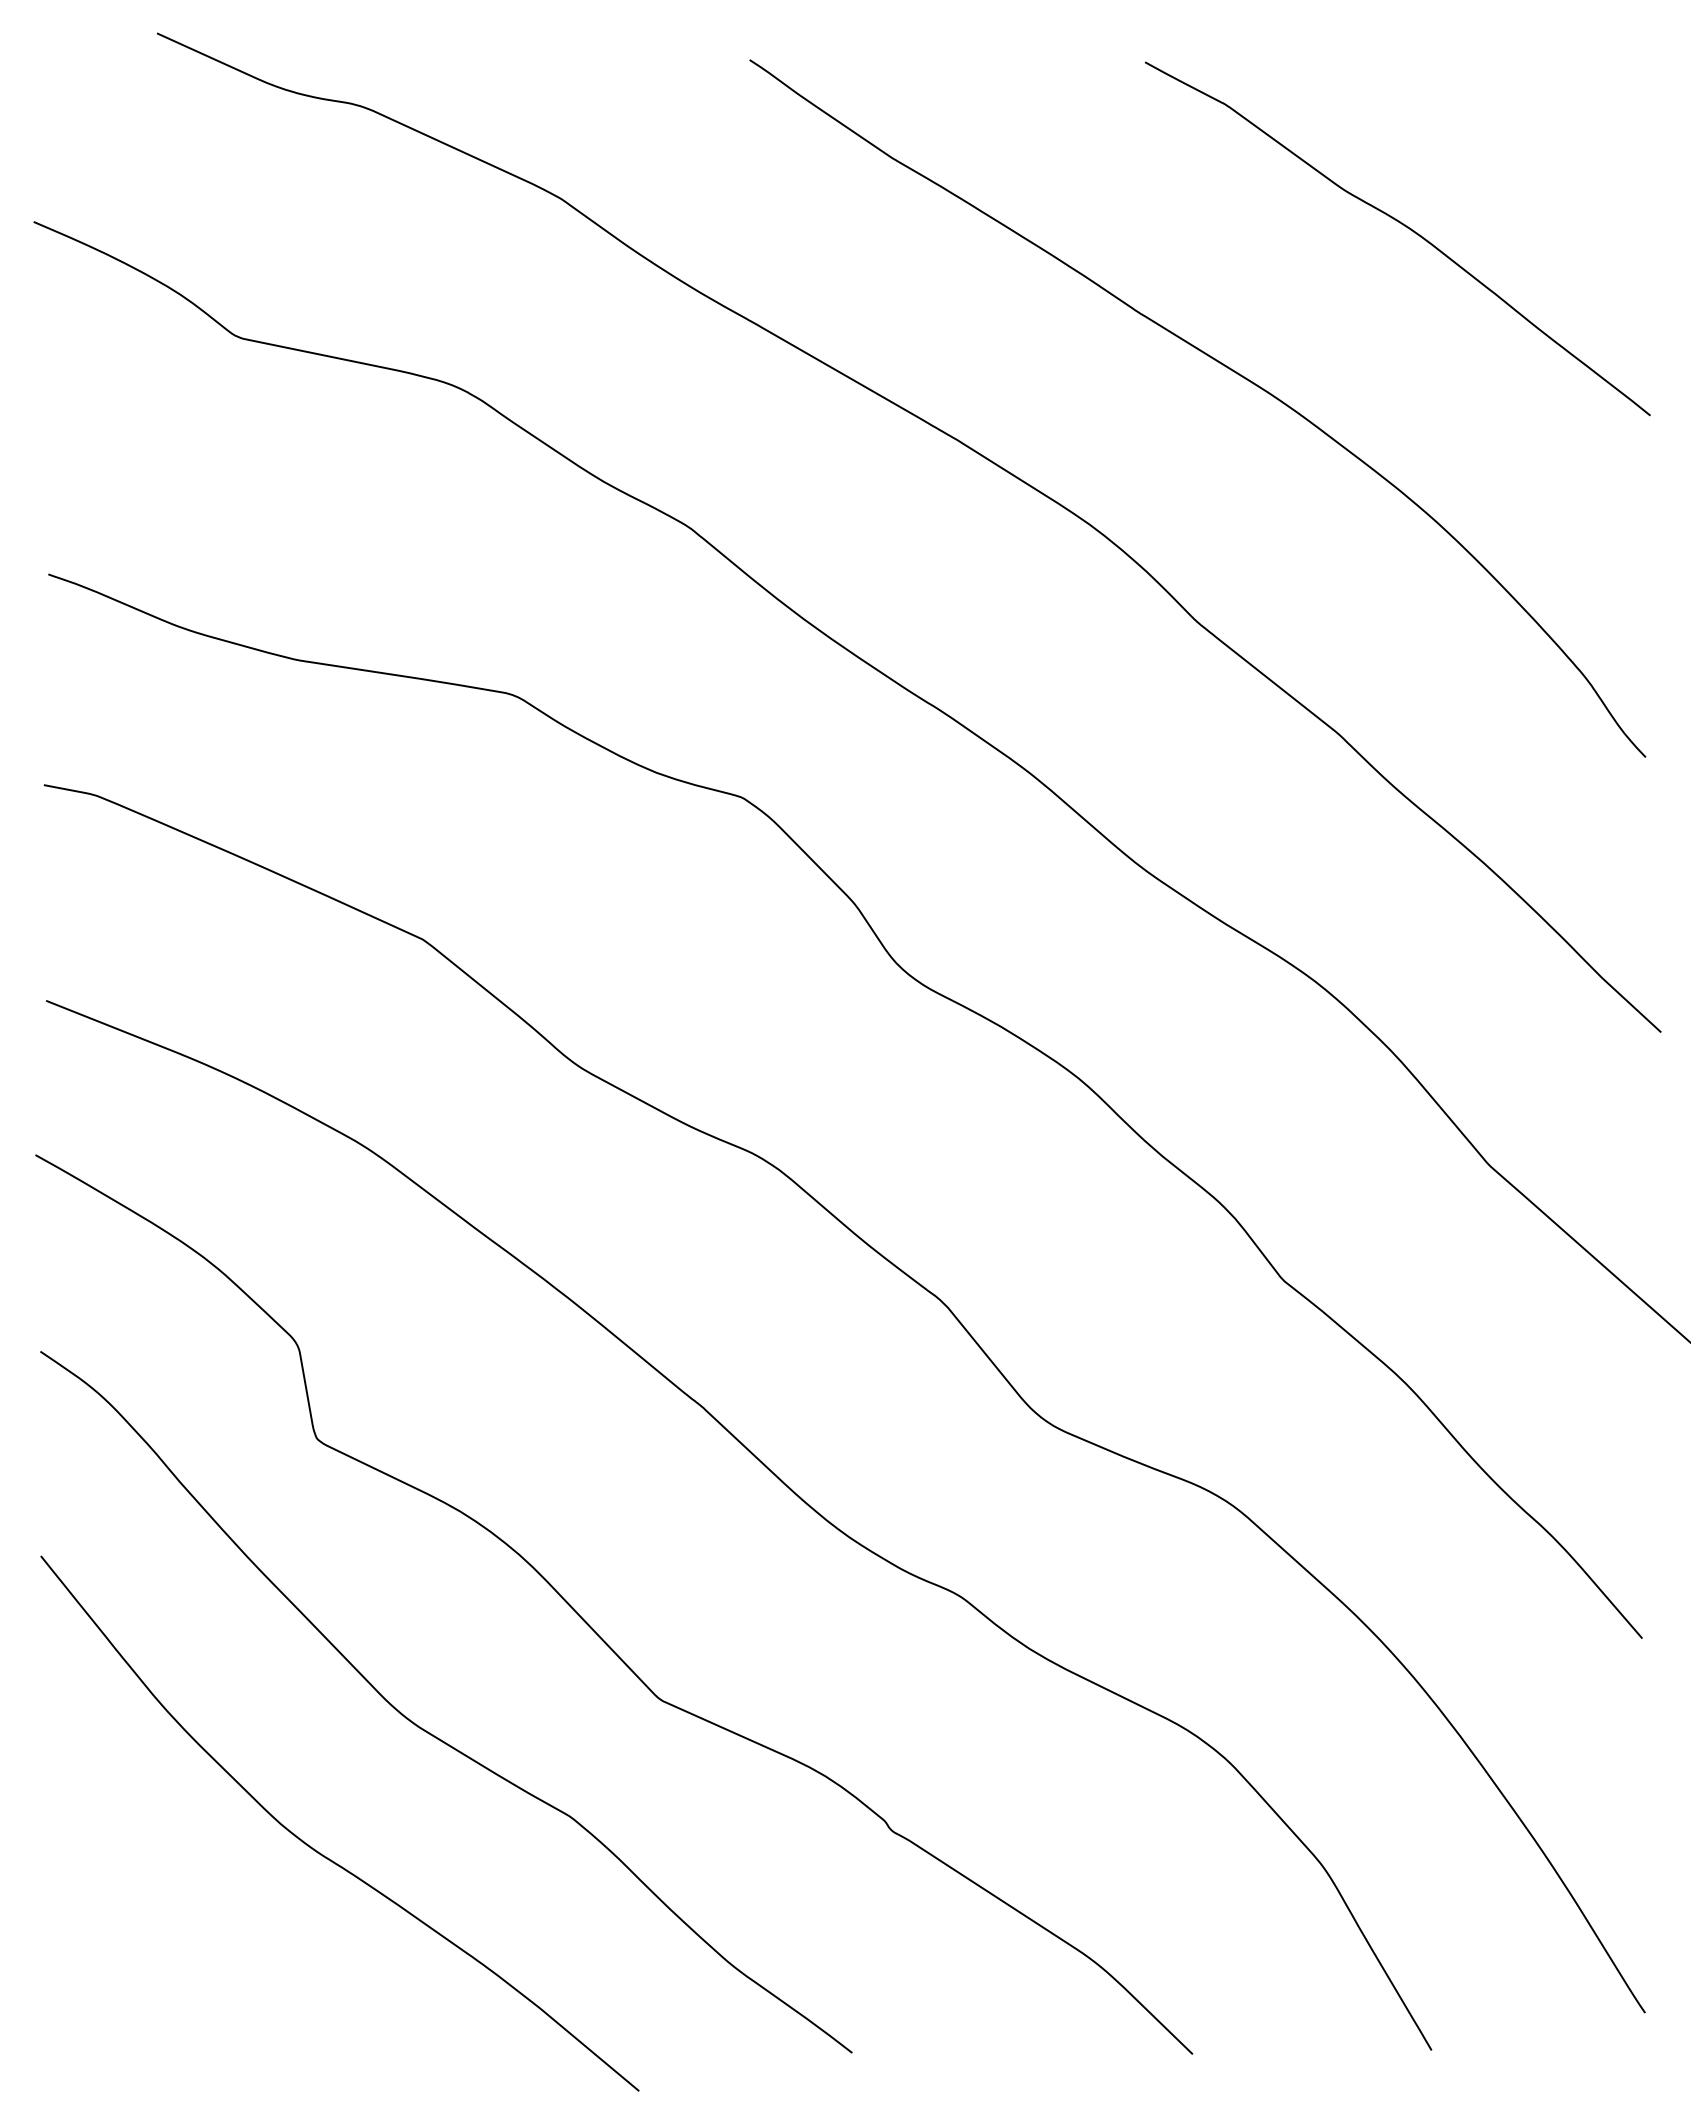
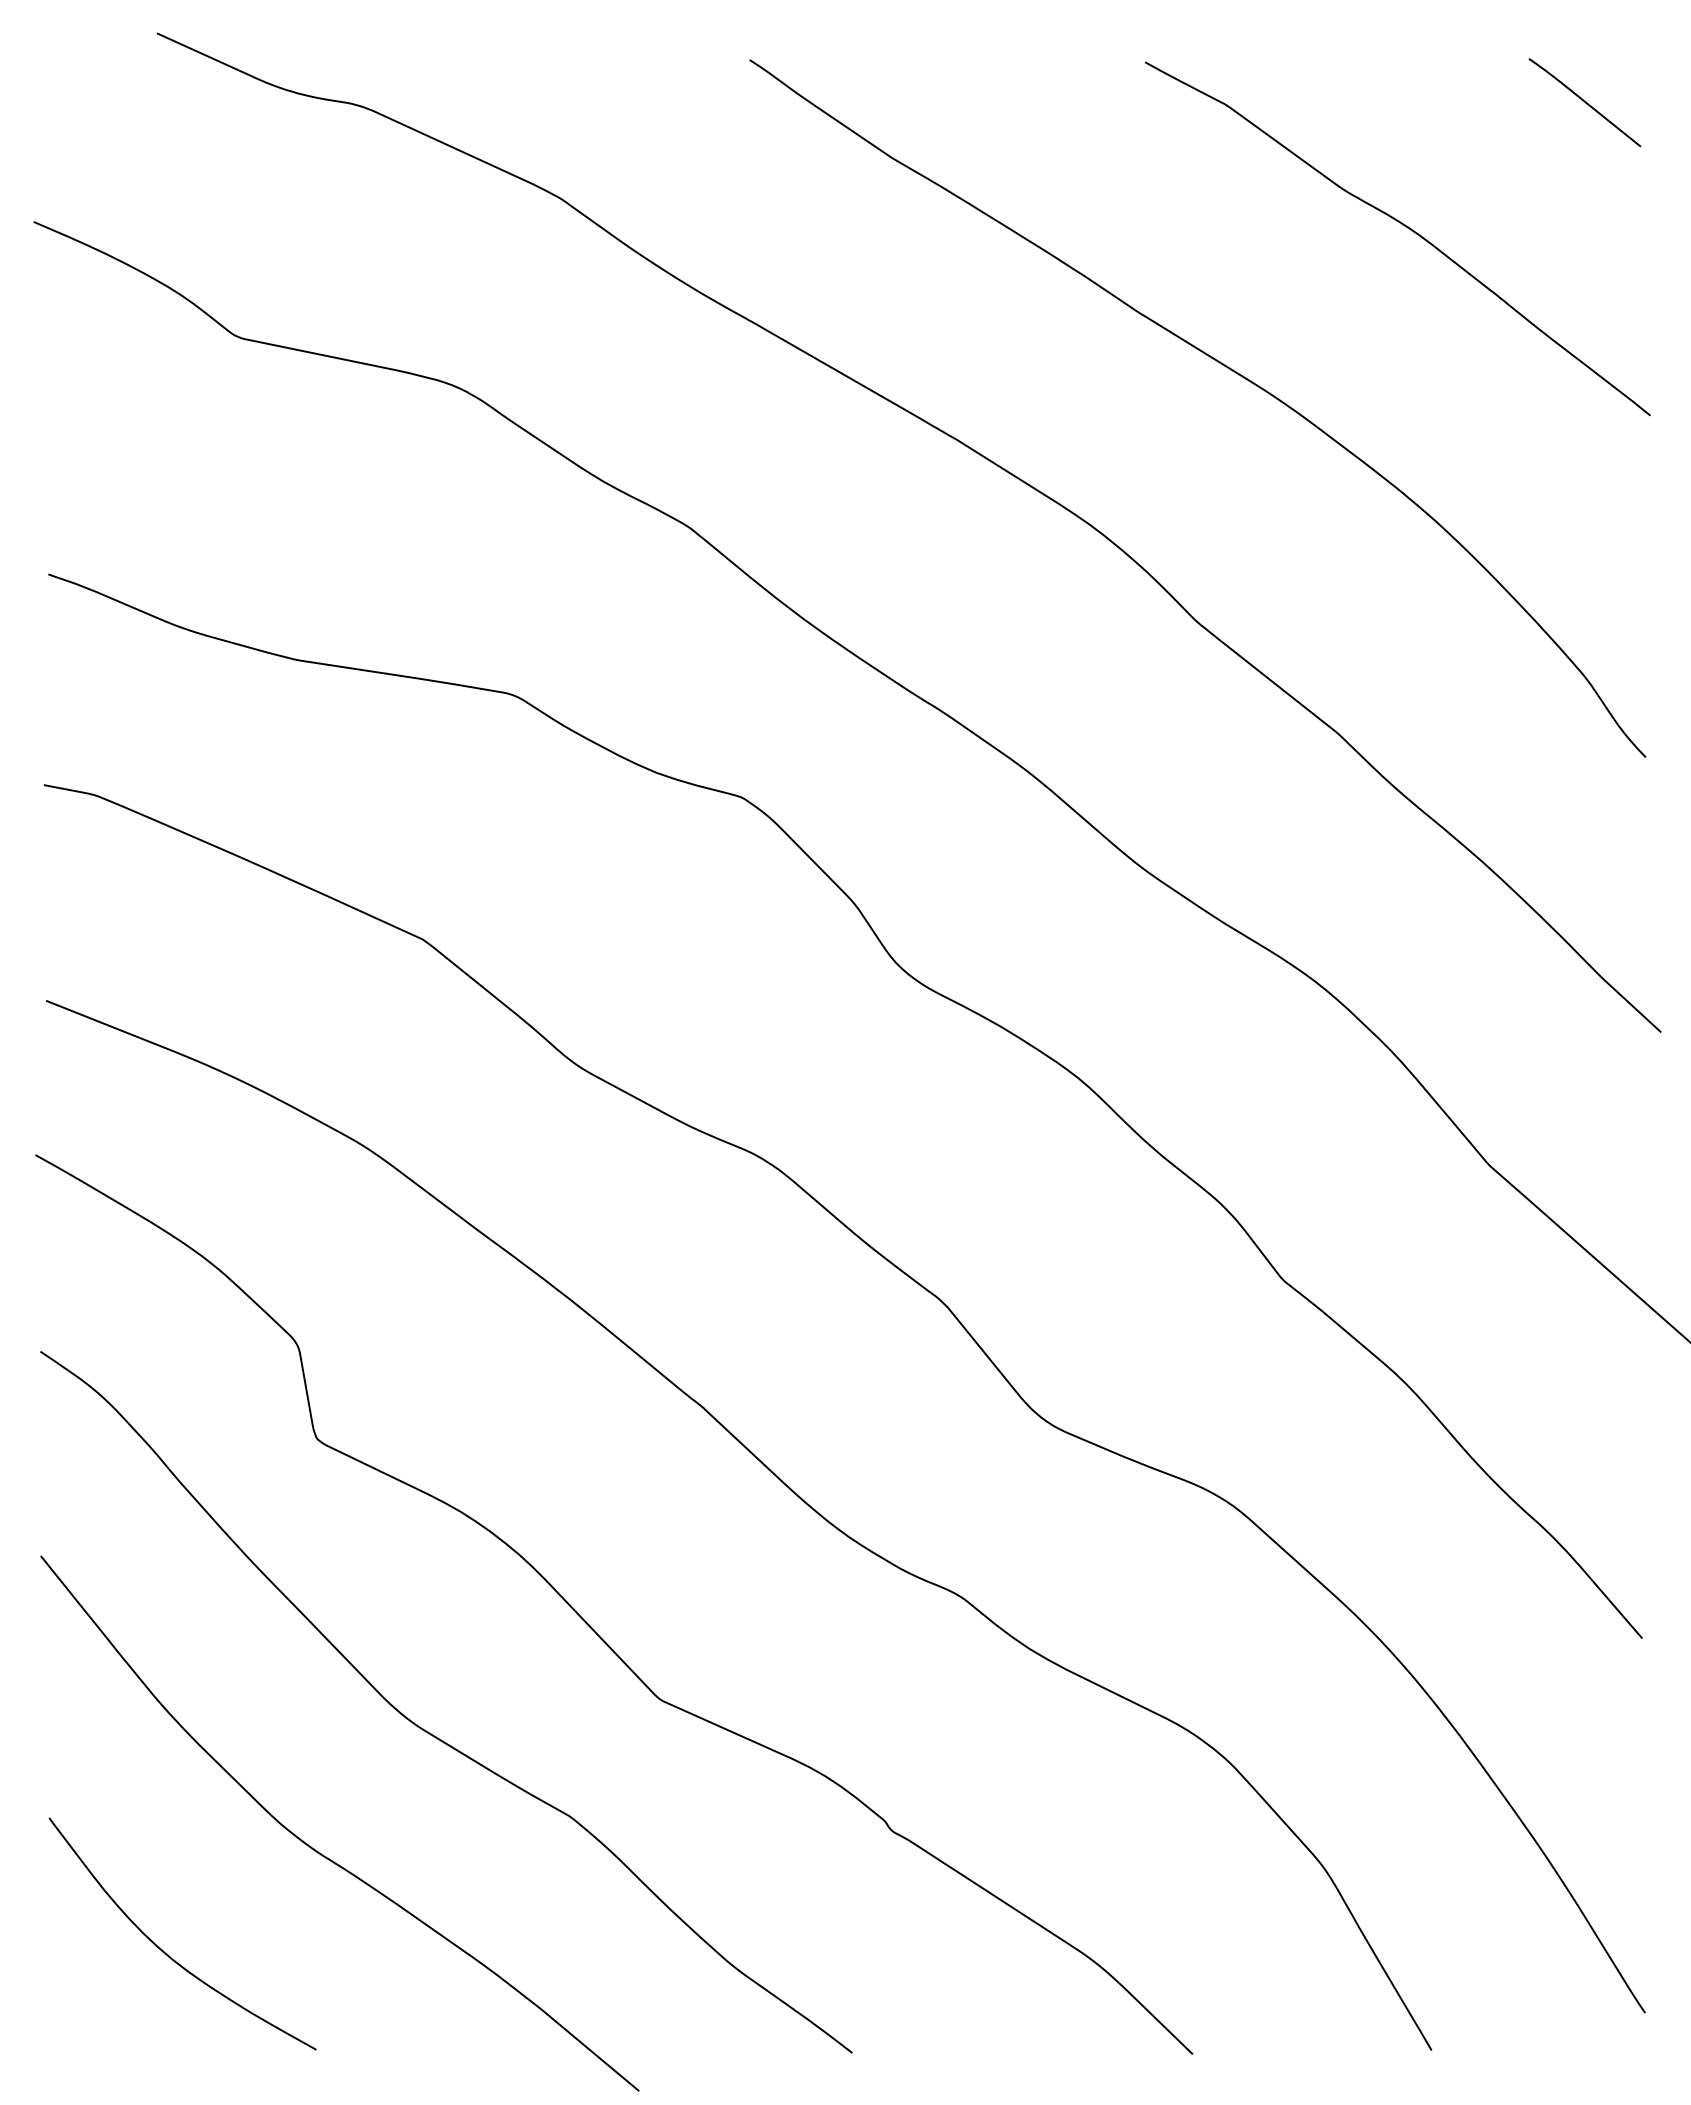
curve at (1584, 102): none -> present
curve at (168, 1954): none -> present
